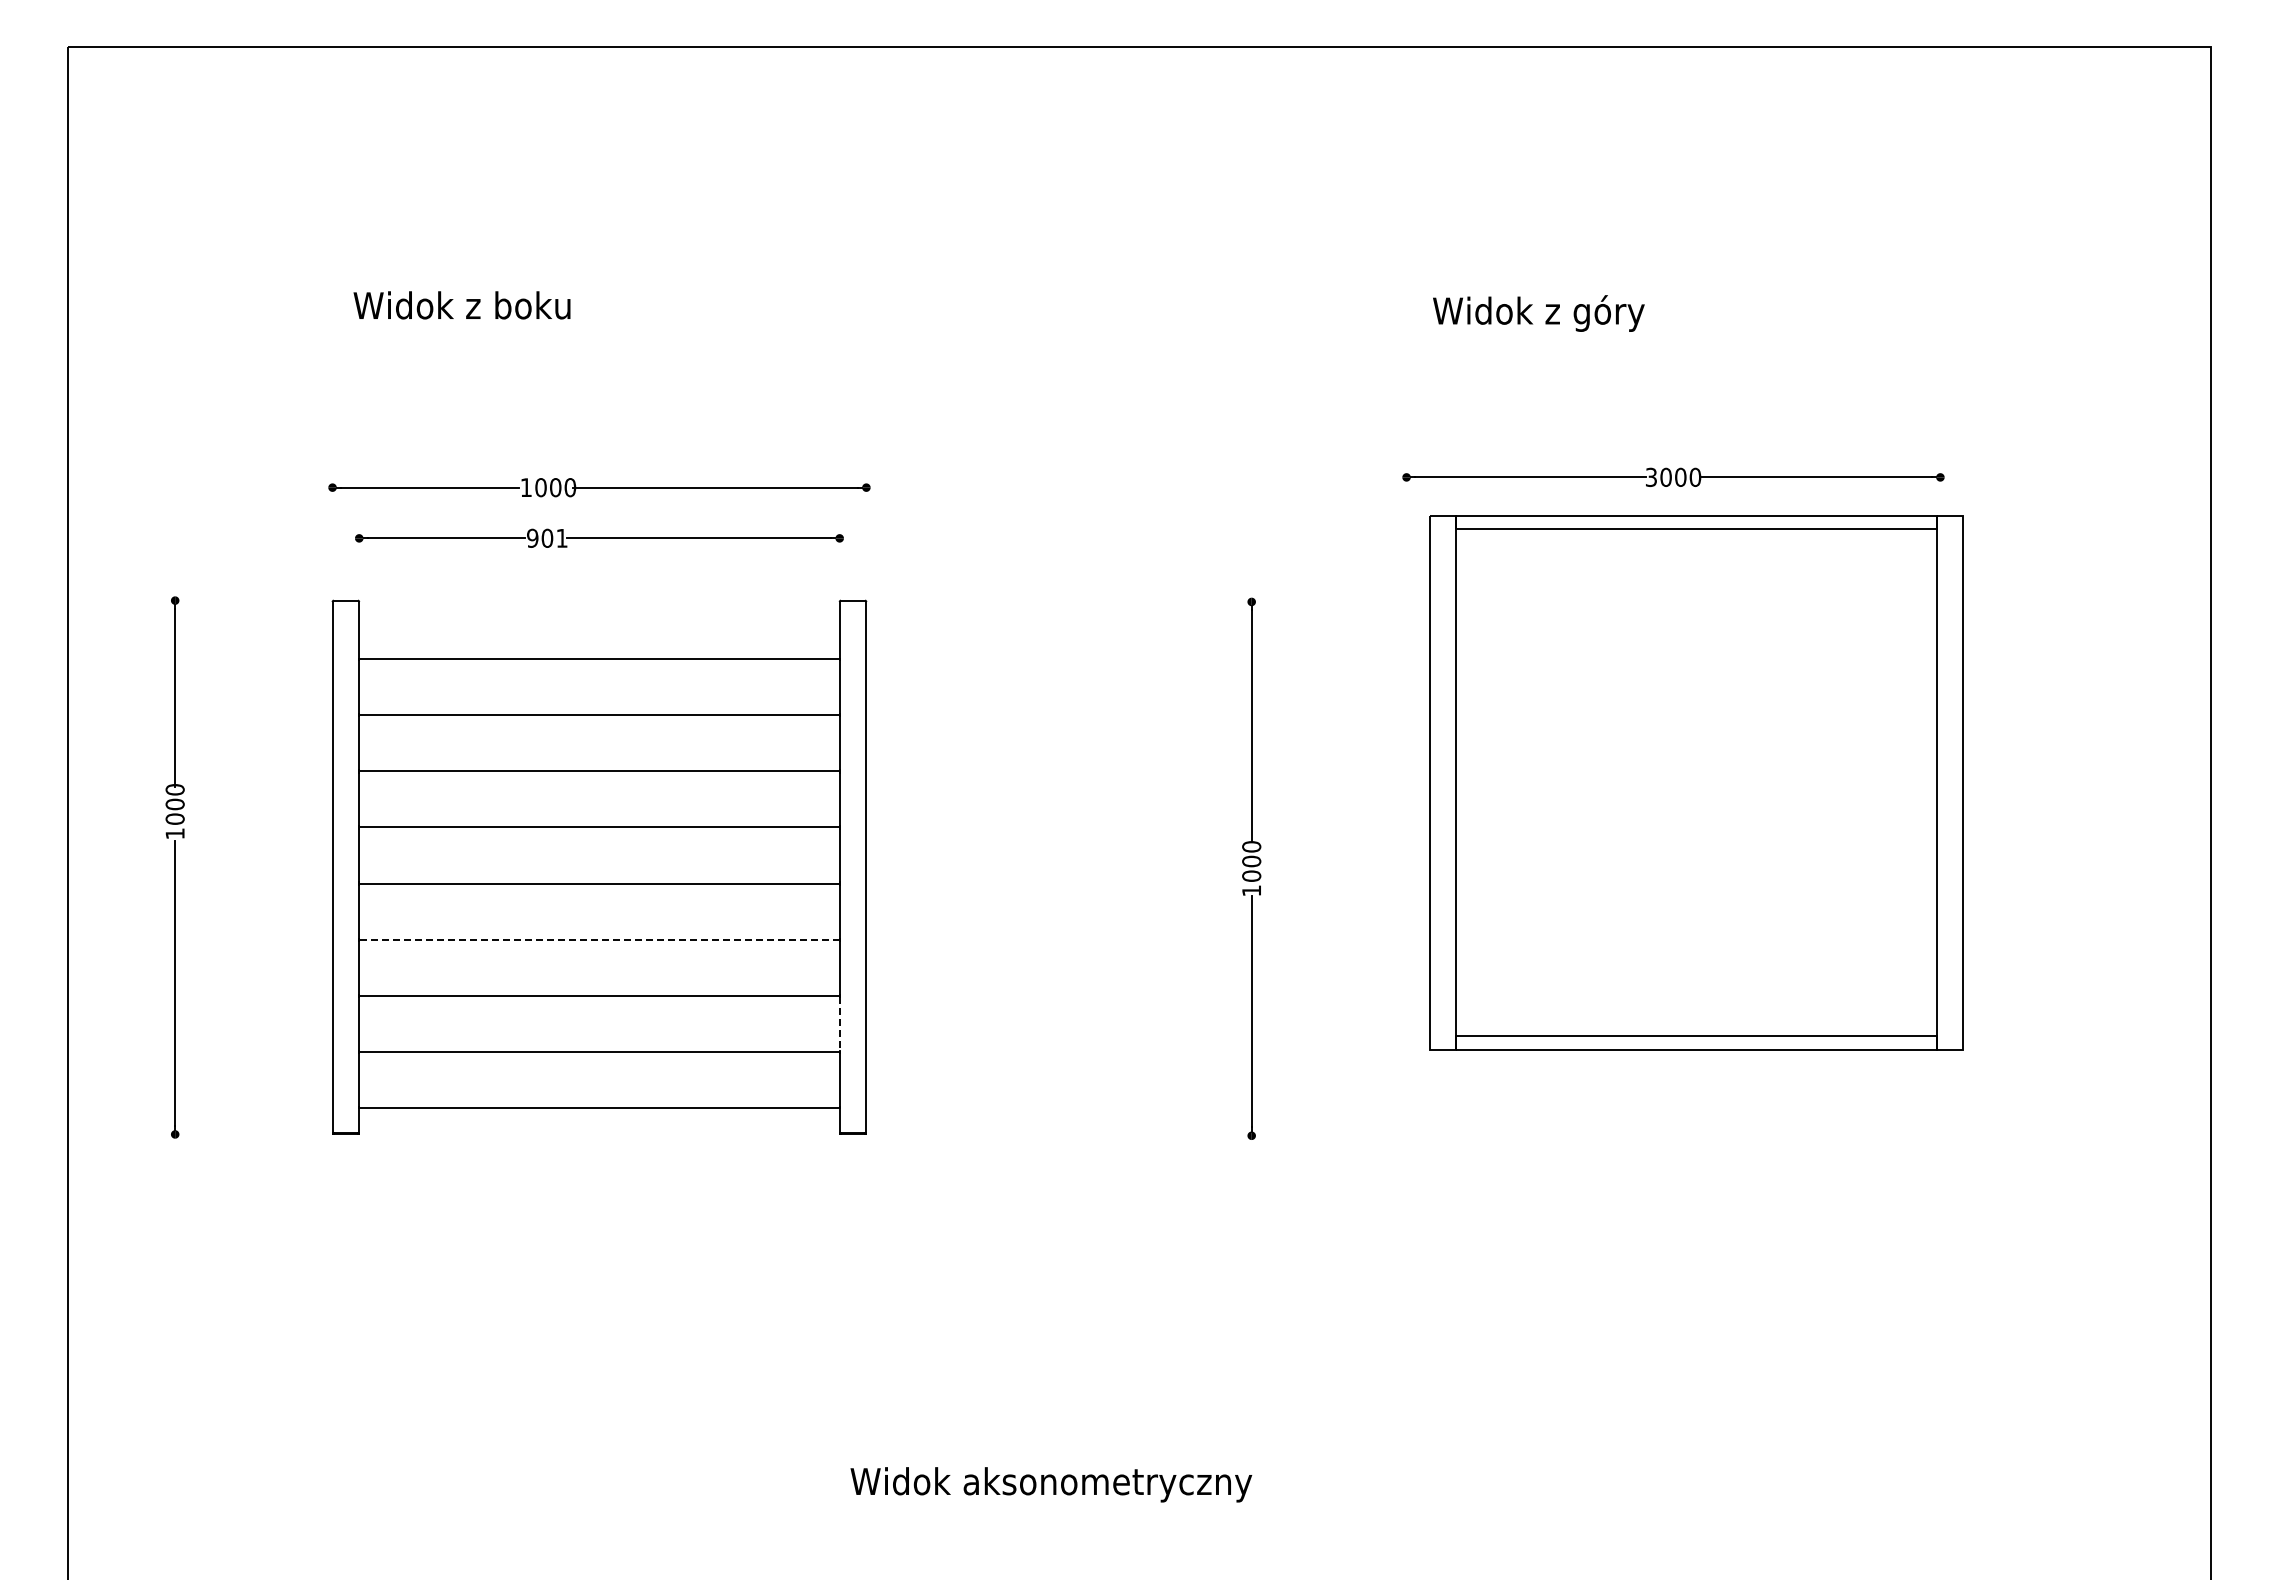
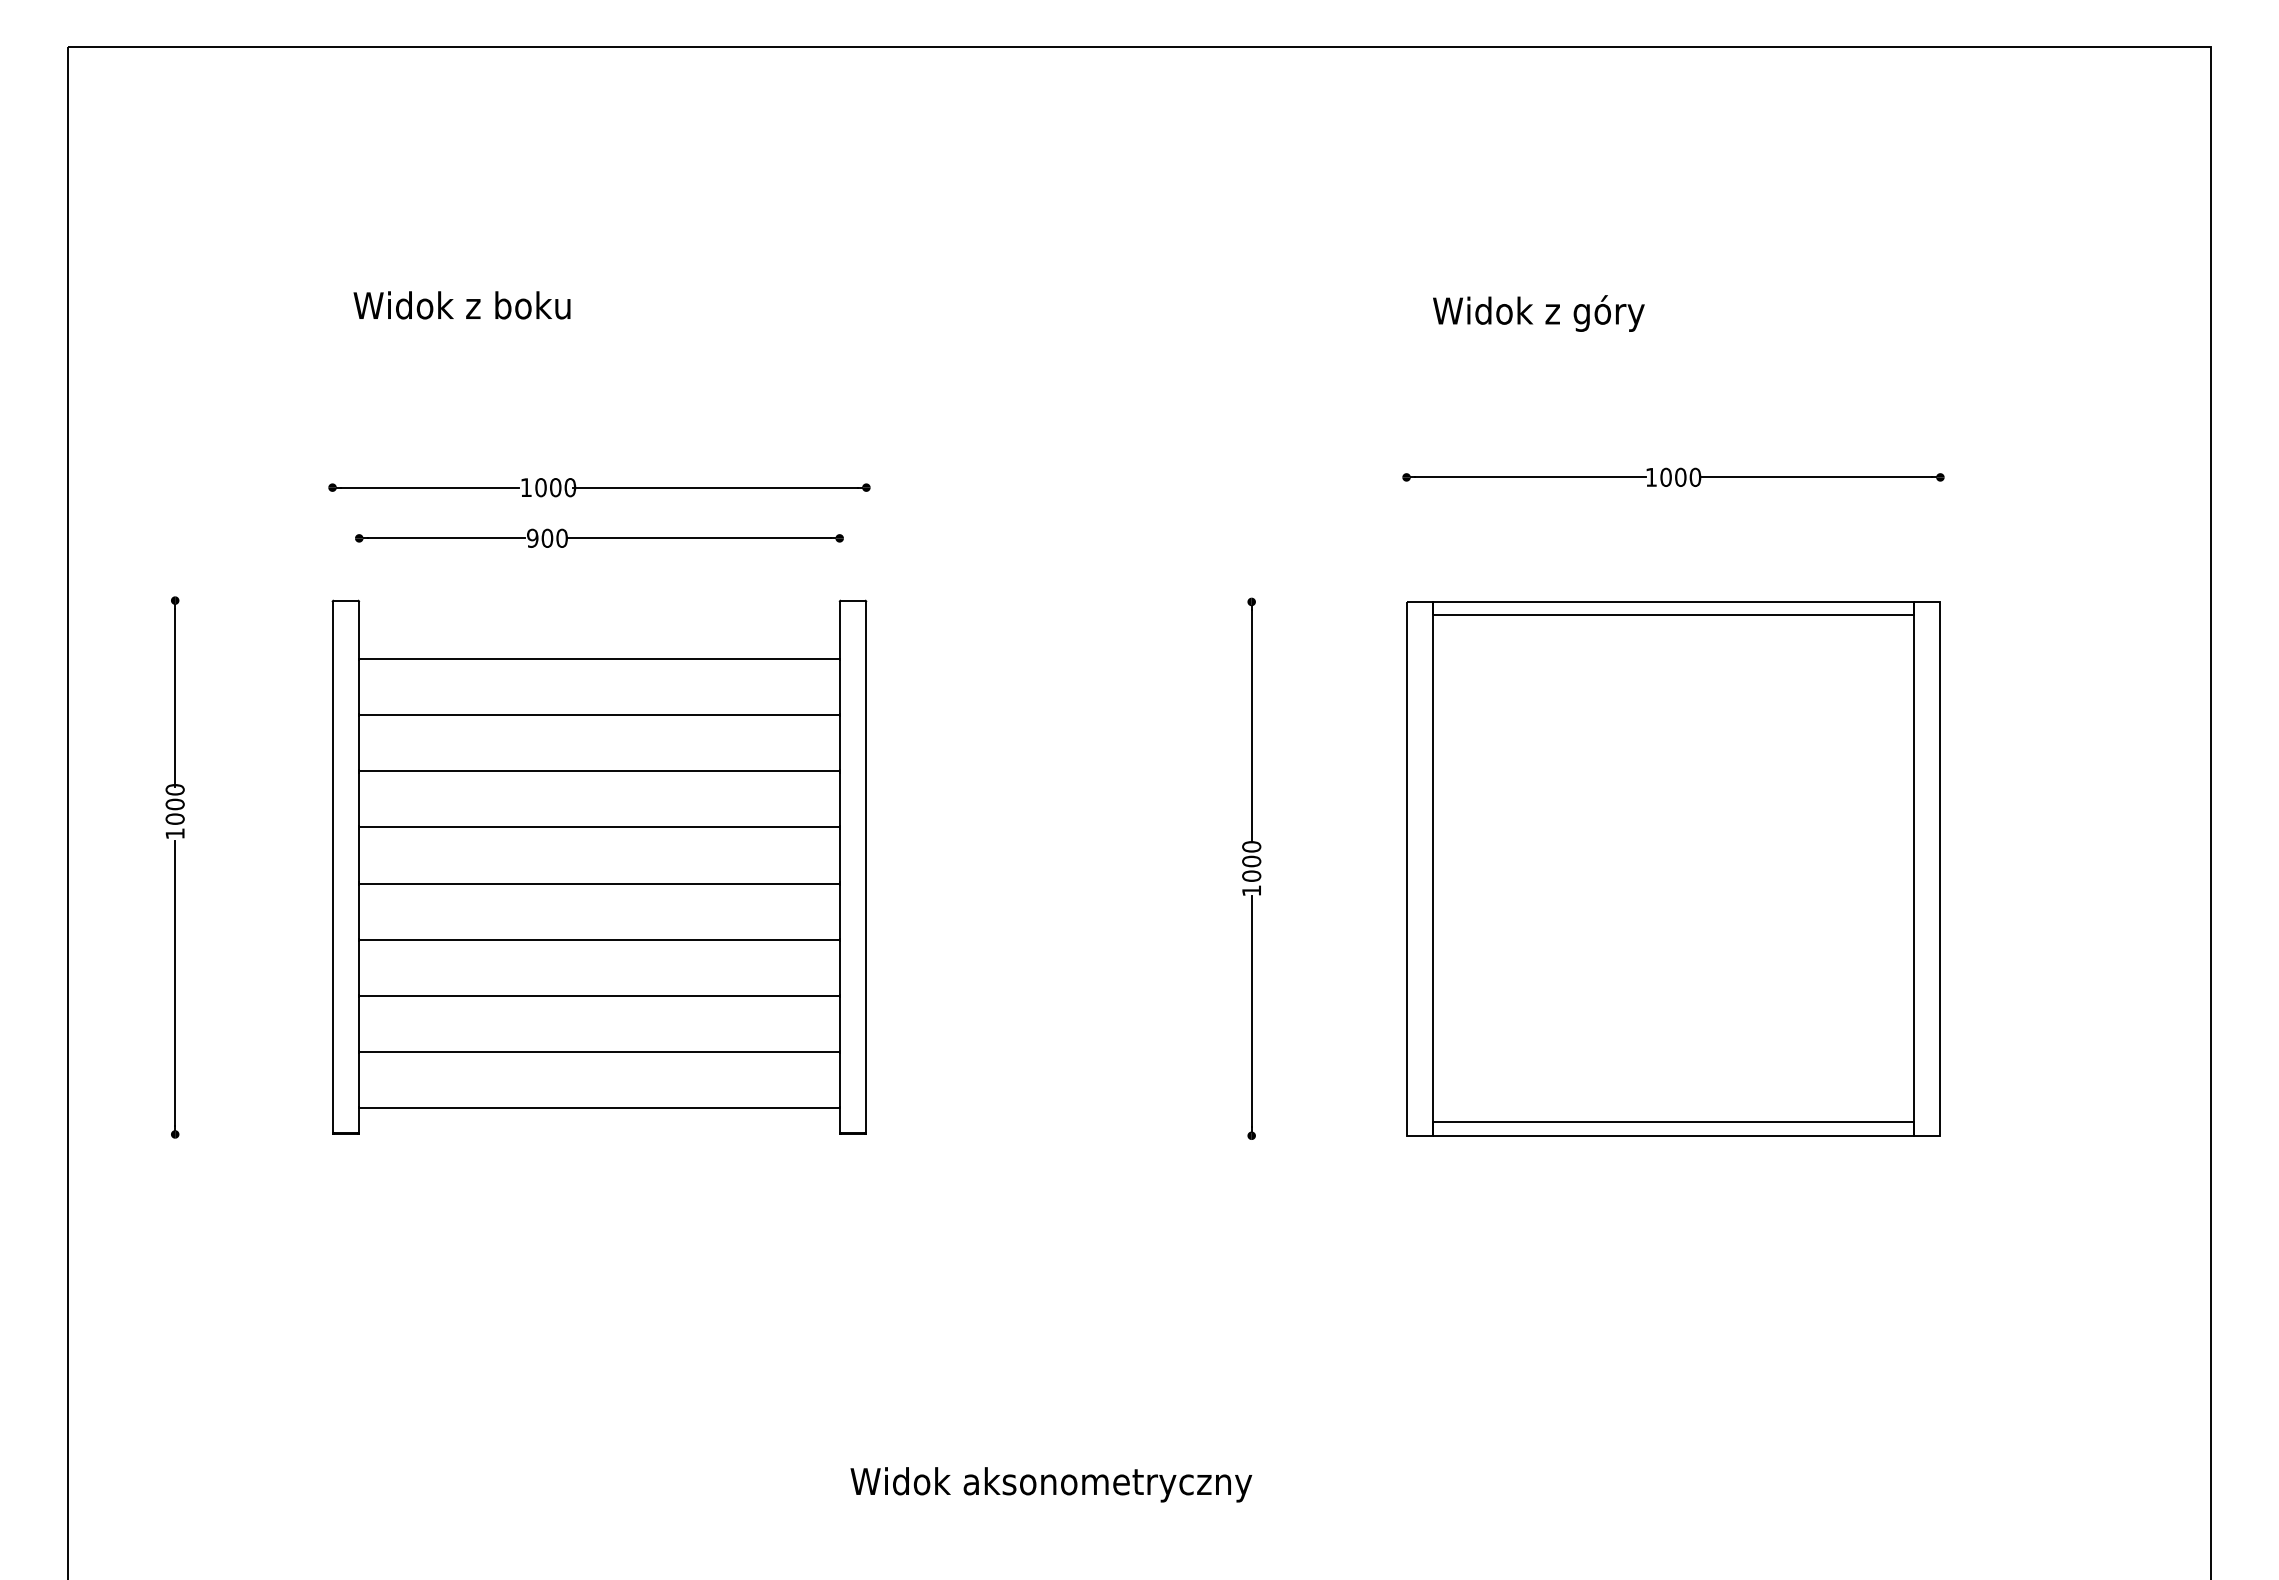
text at (1651, 477): 3000 -> 1000
text at (561, 537): 901 -> 900
part at (1696, 782) position: (1696, 782) -> (1673, 868)
line at (598, 939): dashed -> solid
line at (839, 1023): dashed -> solid
